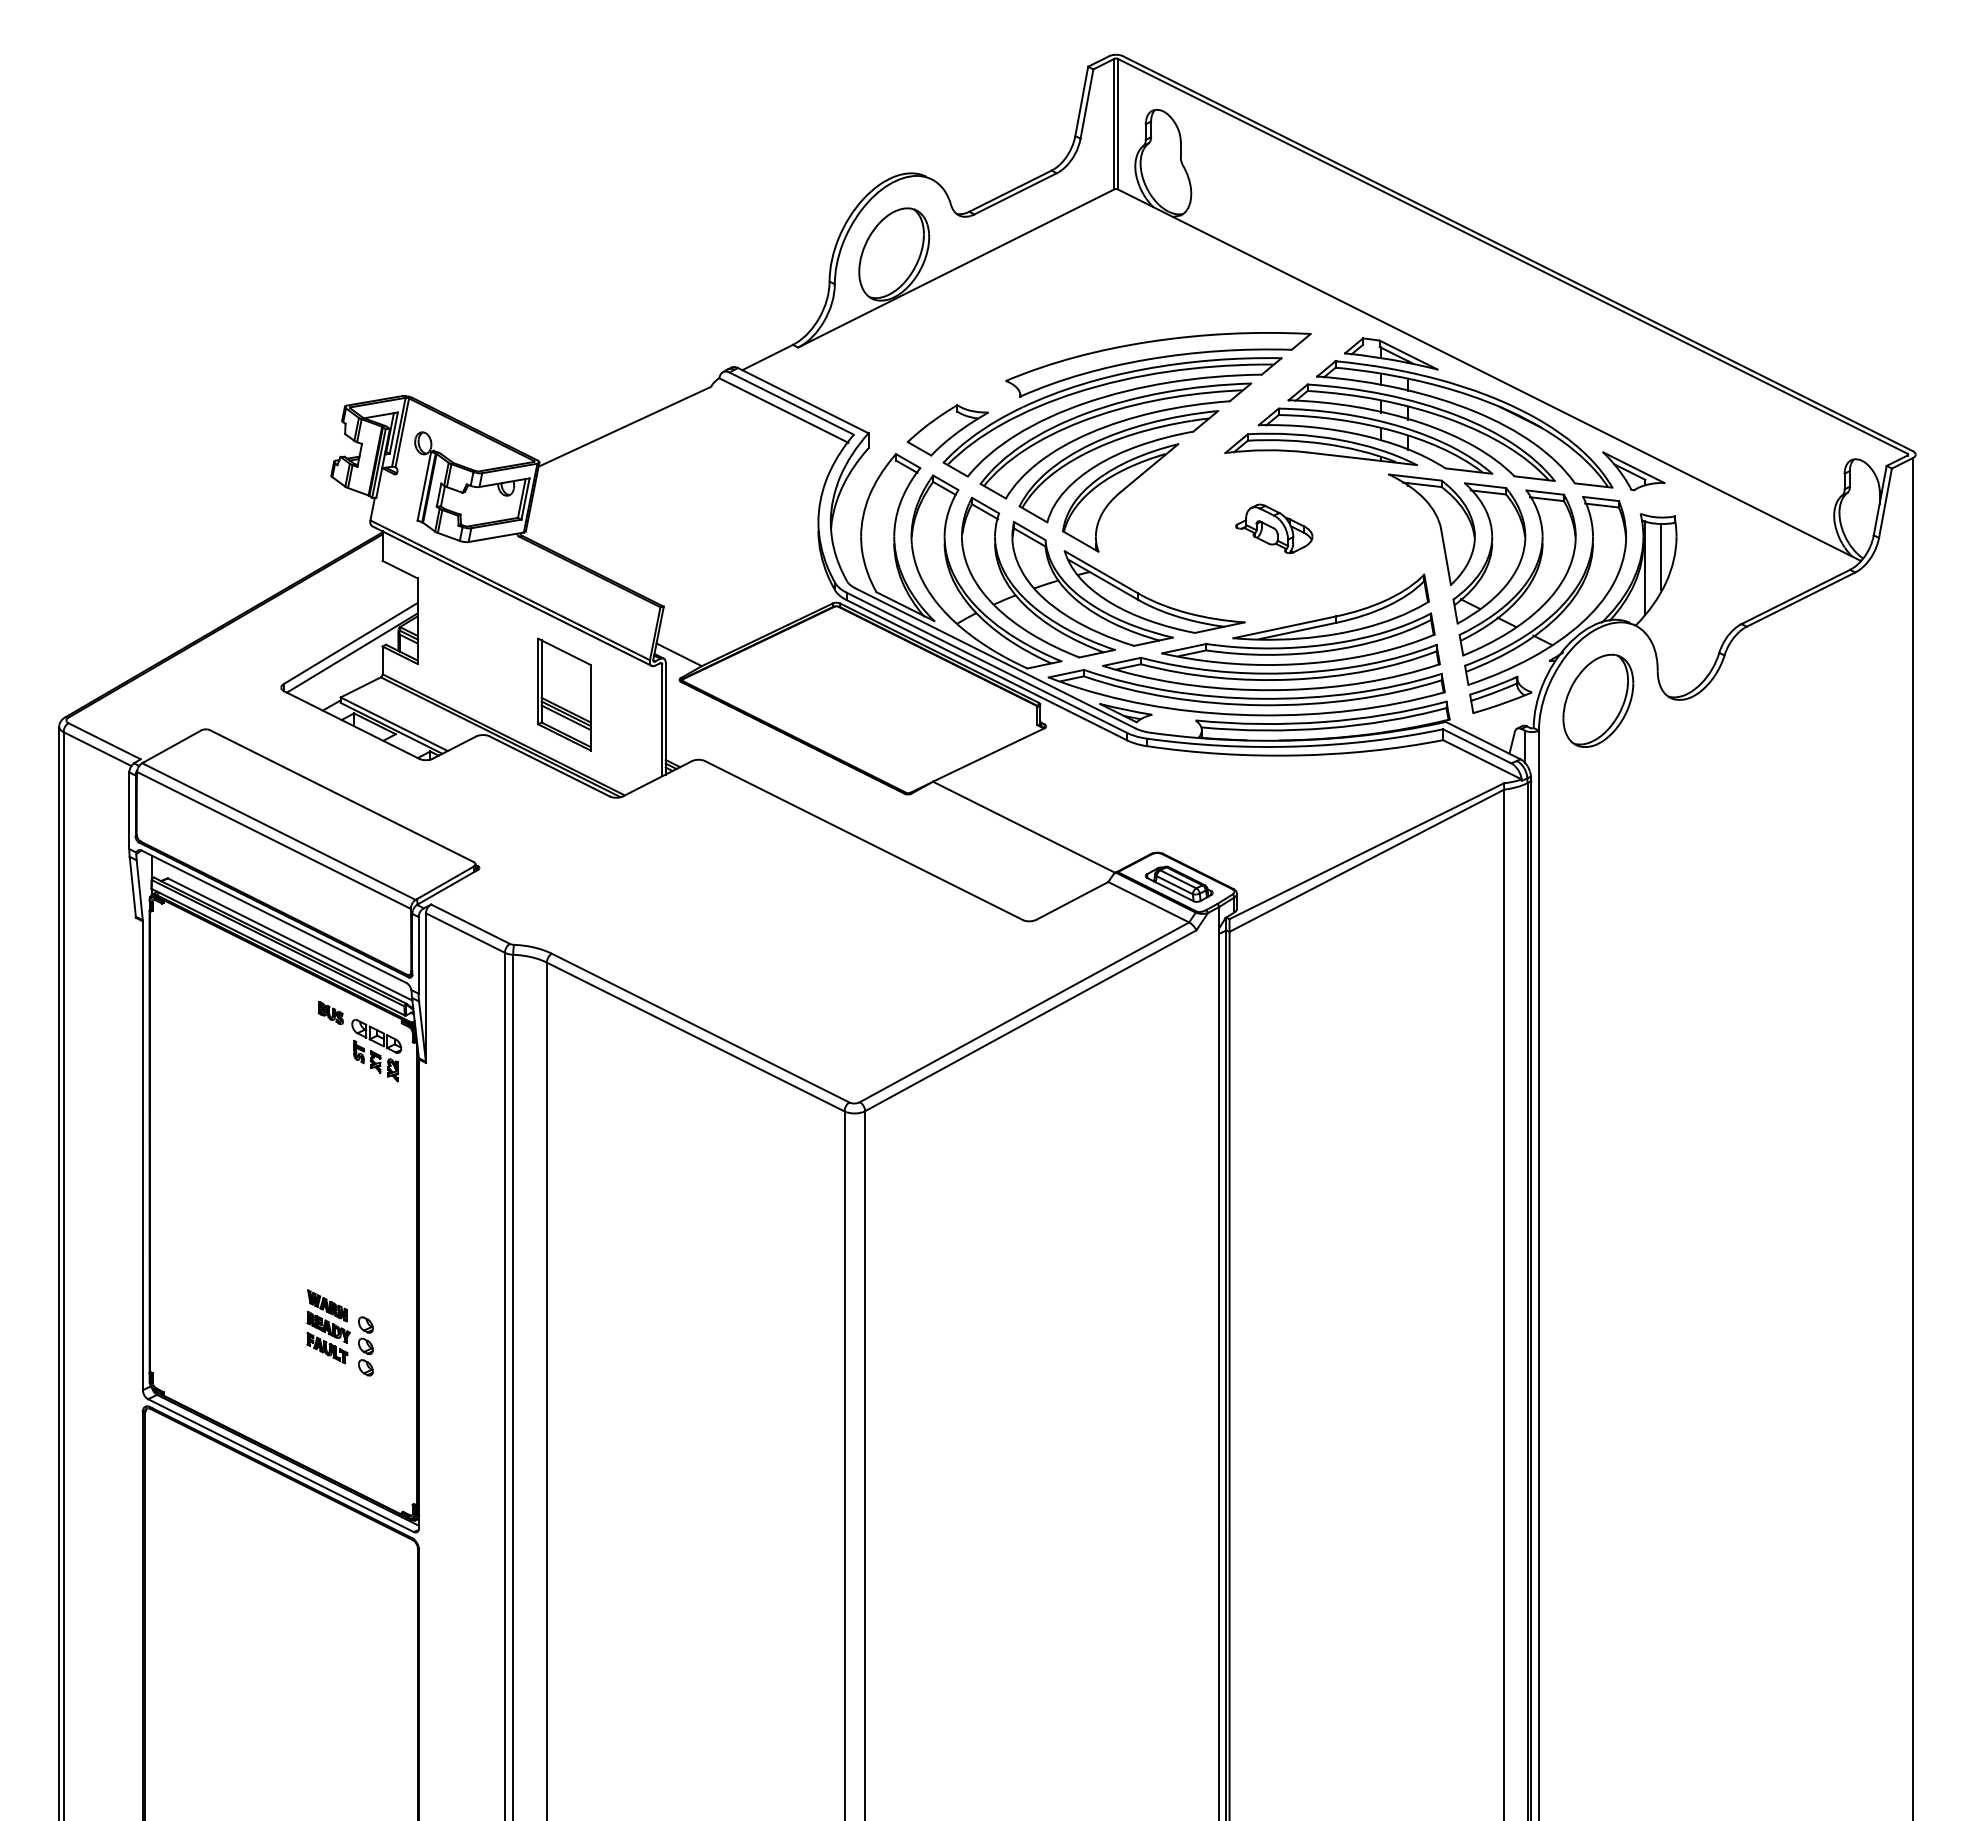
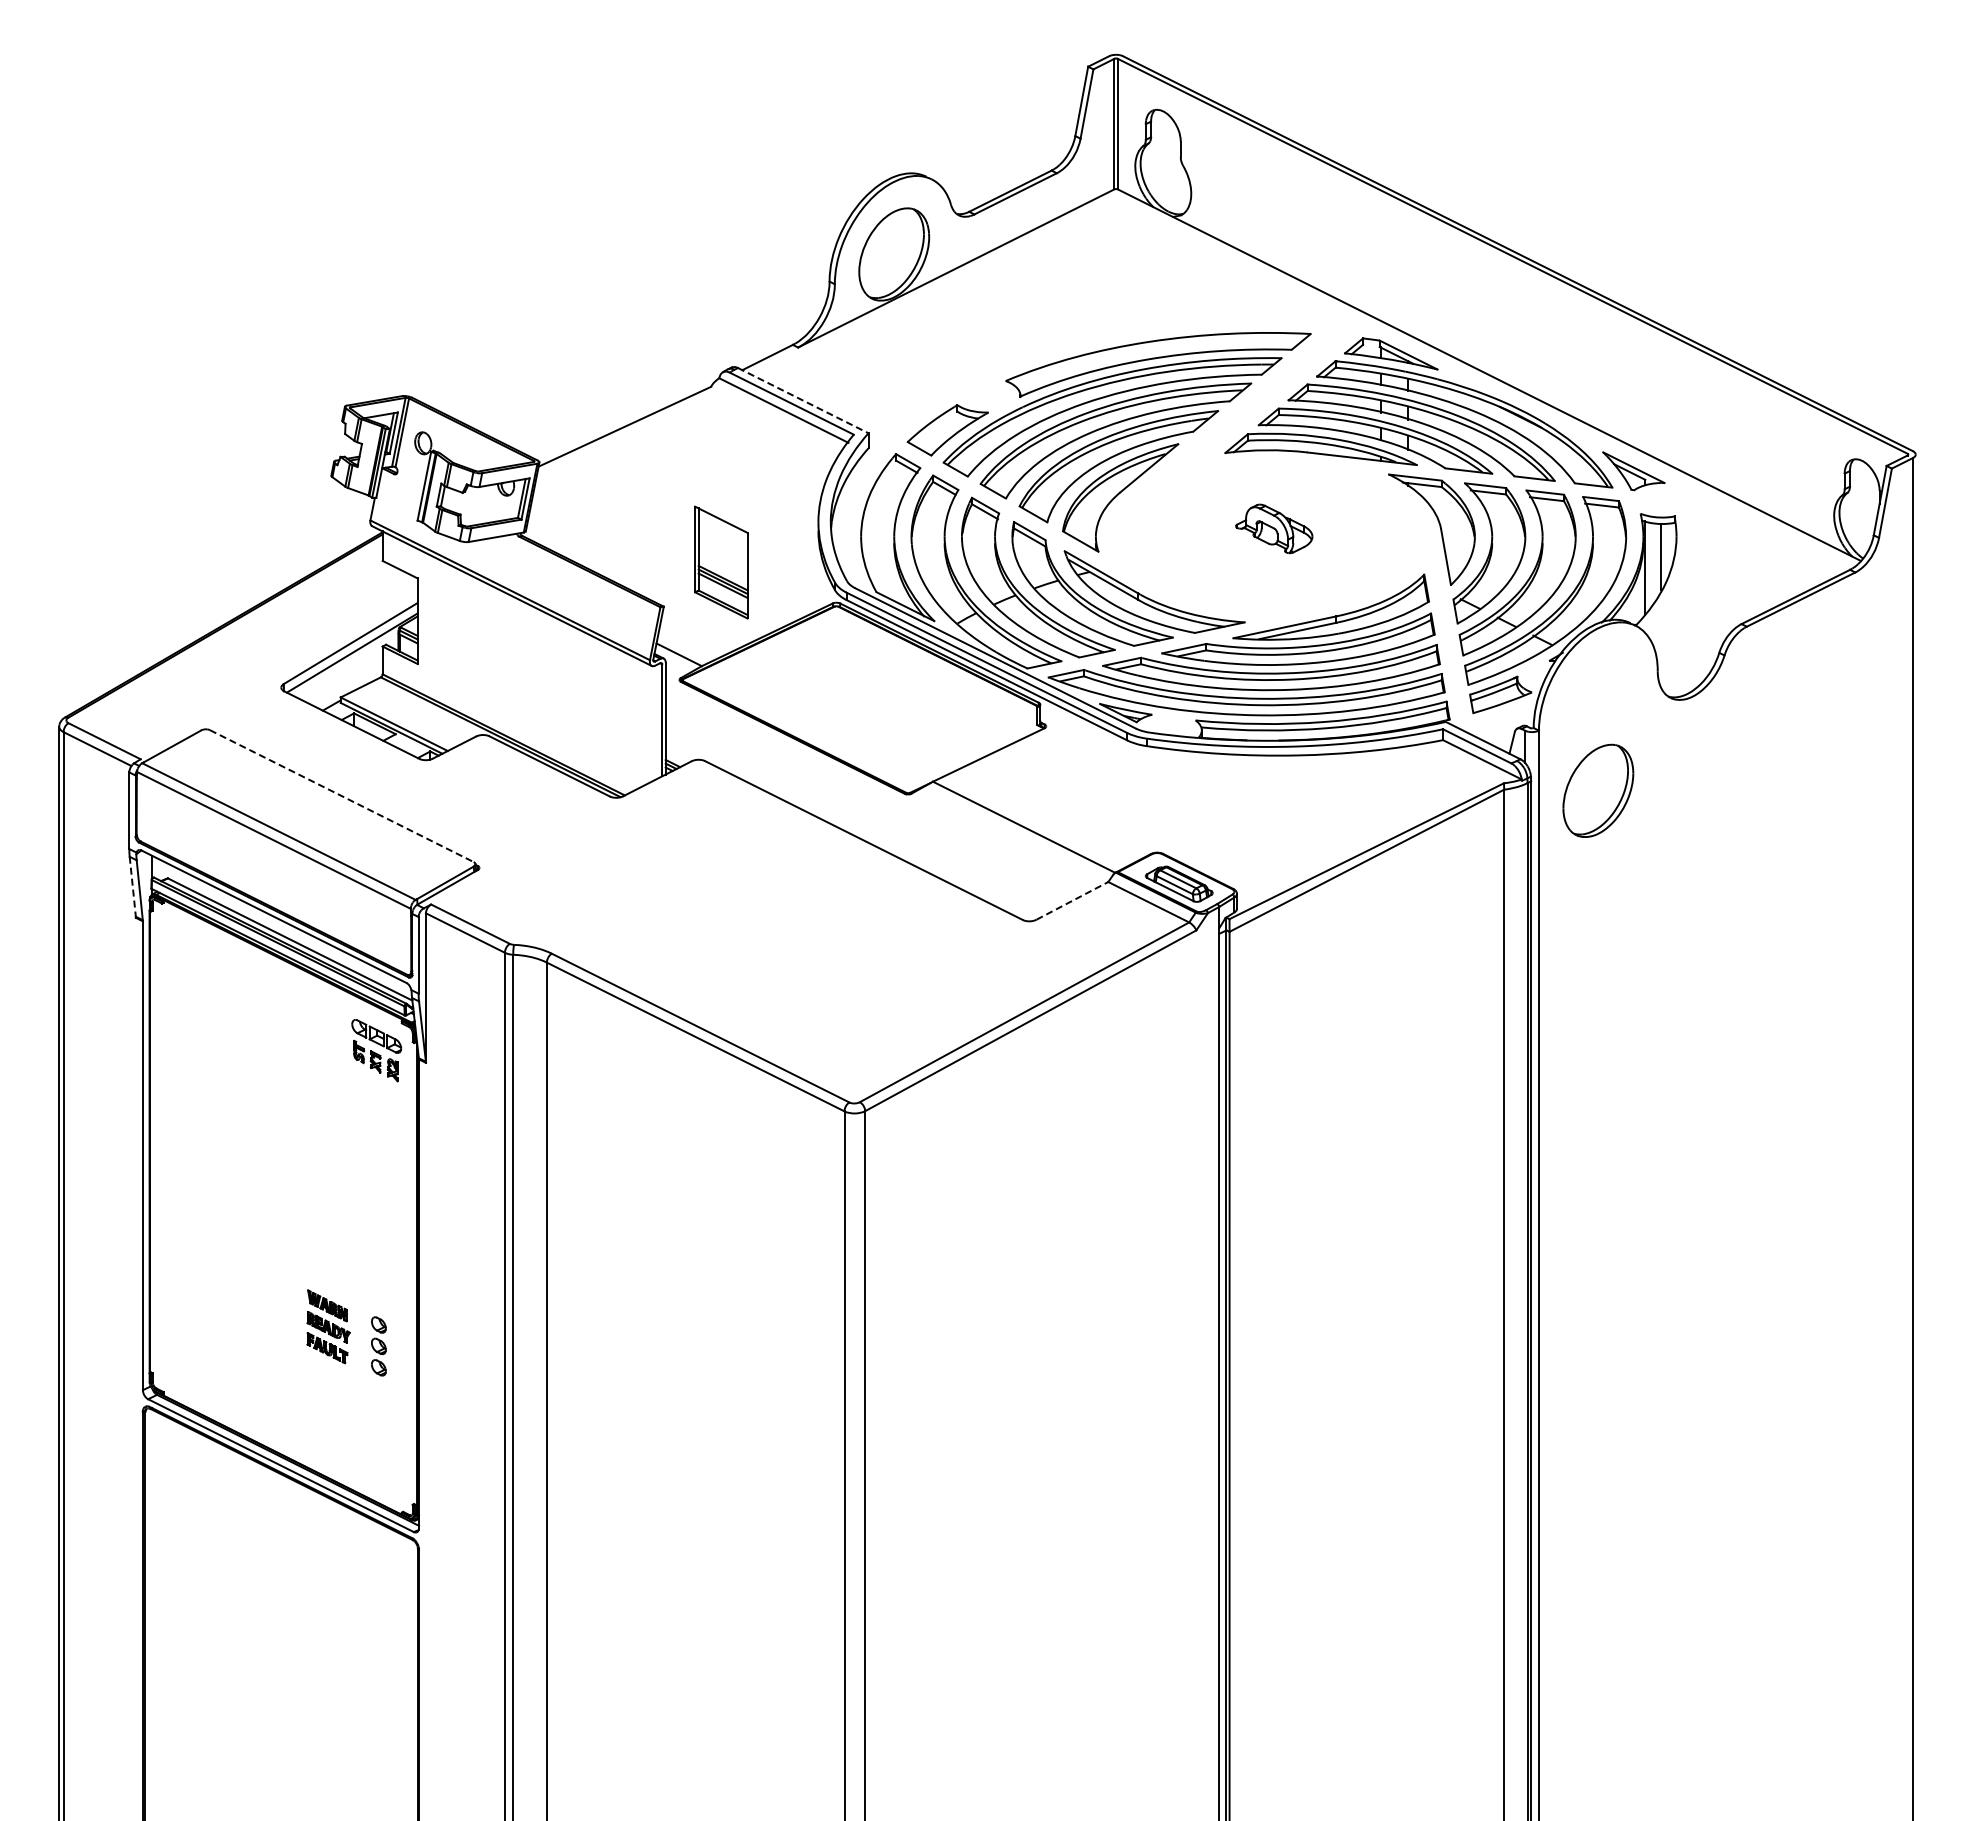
line at (803, 400): solid -> dashed
part at (564, 694) position: (564, 694) -> (721, 562)
part at (1598, 700) position: (1598, 700) -> (1598, 790)
line at (342, 796): solid -> dashed
line at (132, 887): solid -> dashed
line at (1072, 900): solid -> dashed
part at (330, 1013): present -> none
part at (365, 1346) position: (365, 1346) -> (378, 1346)
